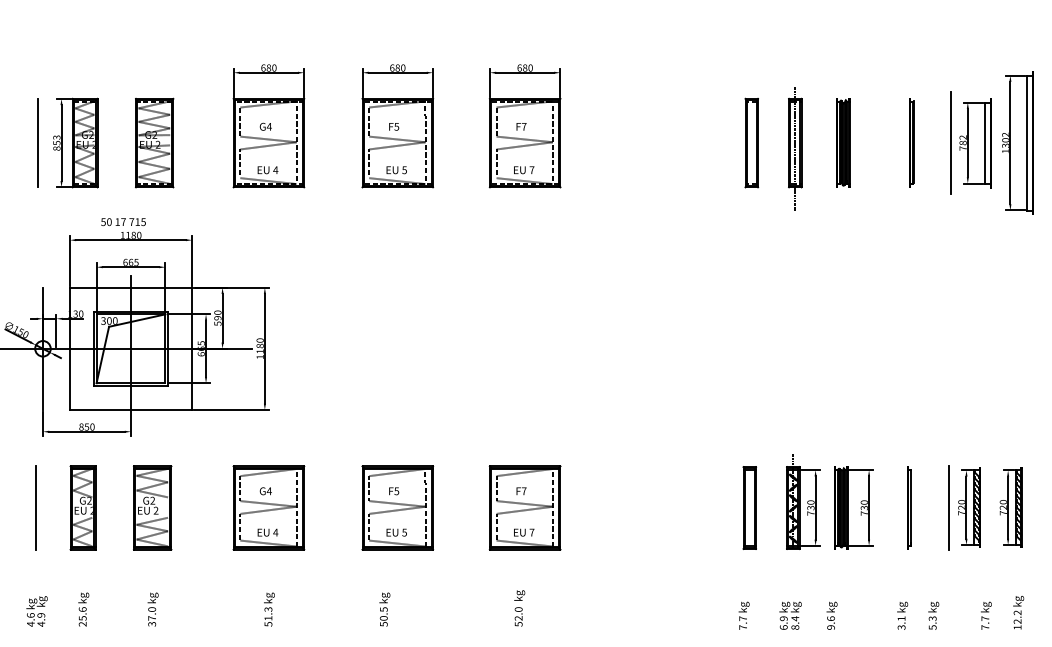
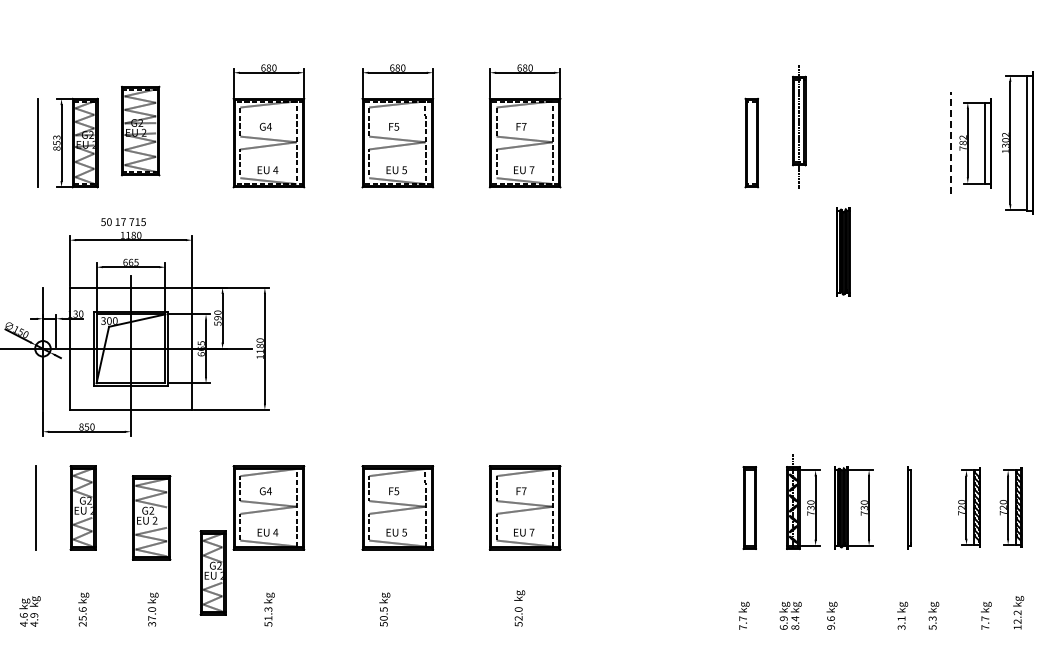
part at (154, 142) position: (154, 142) -> (140, 130)
part at (843, 142) position: (843, 142) -> (843, 251)
part at (911, 142): present -> none
line at (950, 143): solid -> dashed
part at (795, 148) position: (795, 148) -> (799, 126)
part at (152, 507) position: (152, 507) -> (151, 517)
line at (948, 508): present -> none
part at (212, 572): none -> present
text at (36, 611) position: (36, 611) -> (29, 611)
